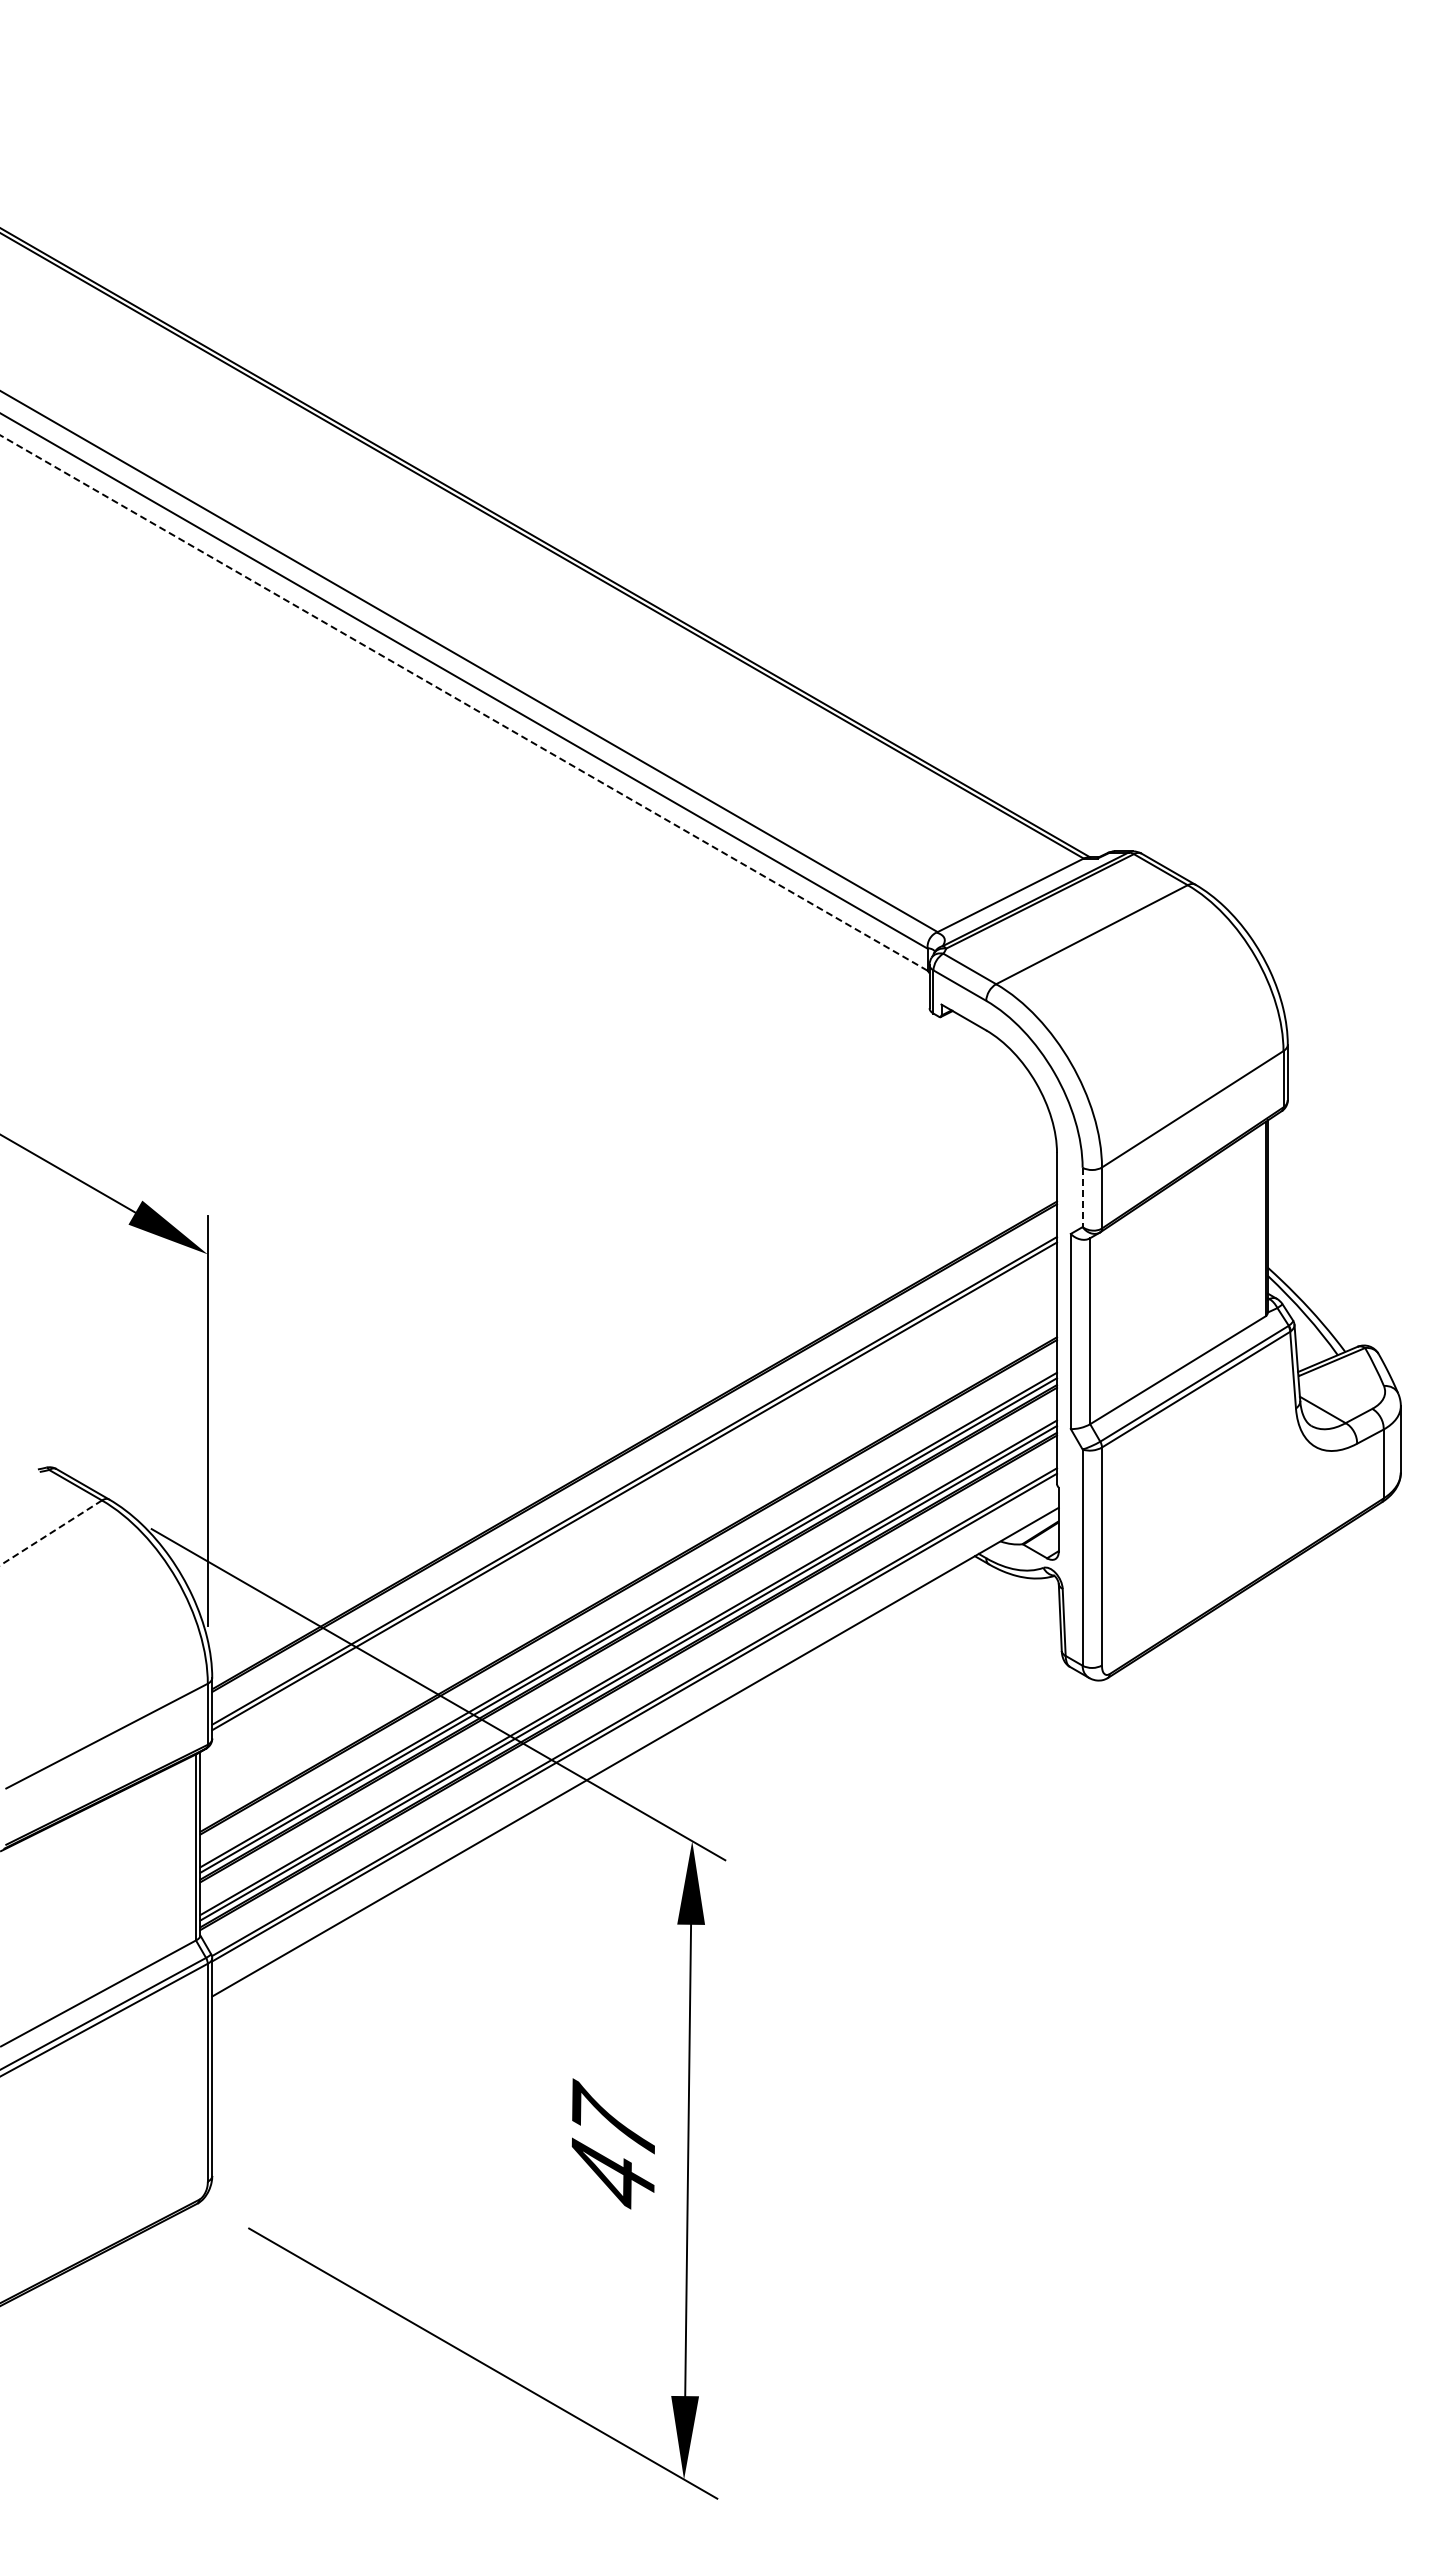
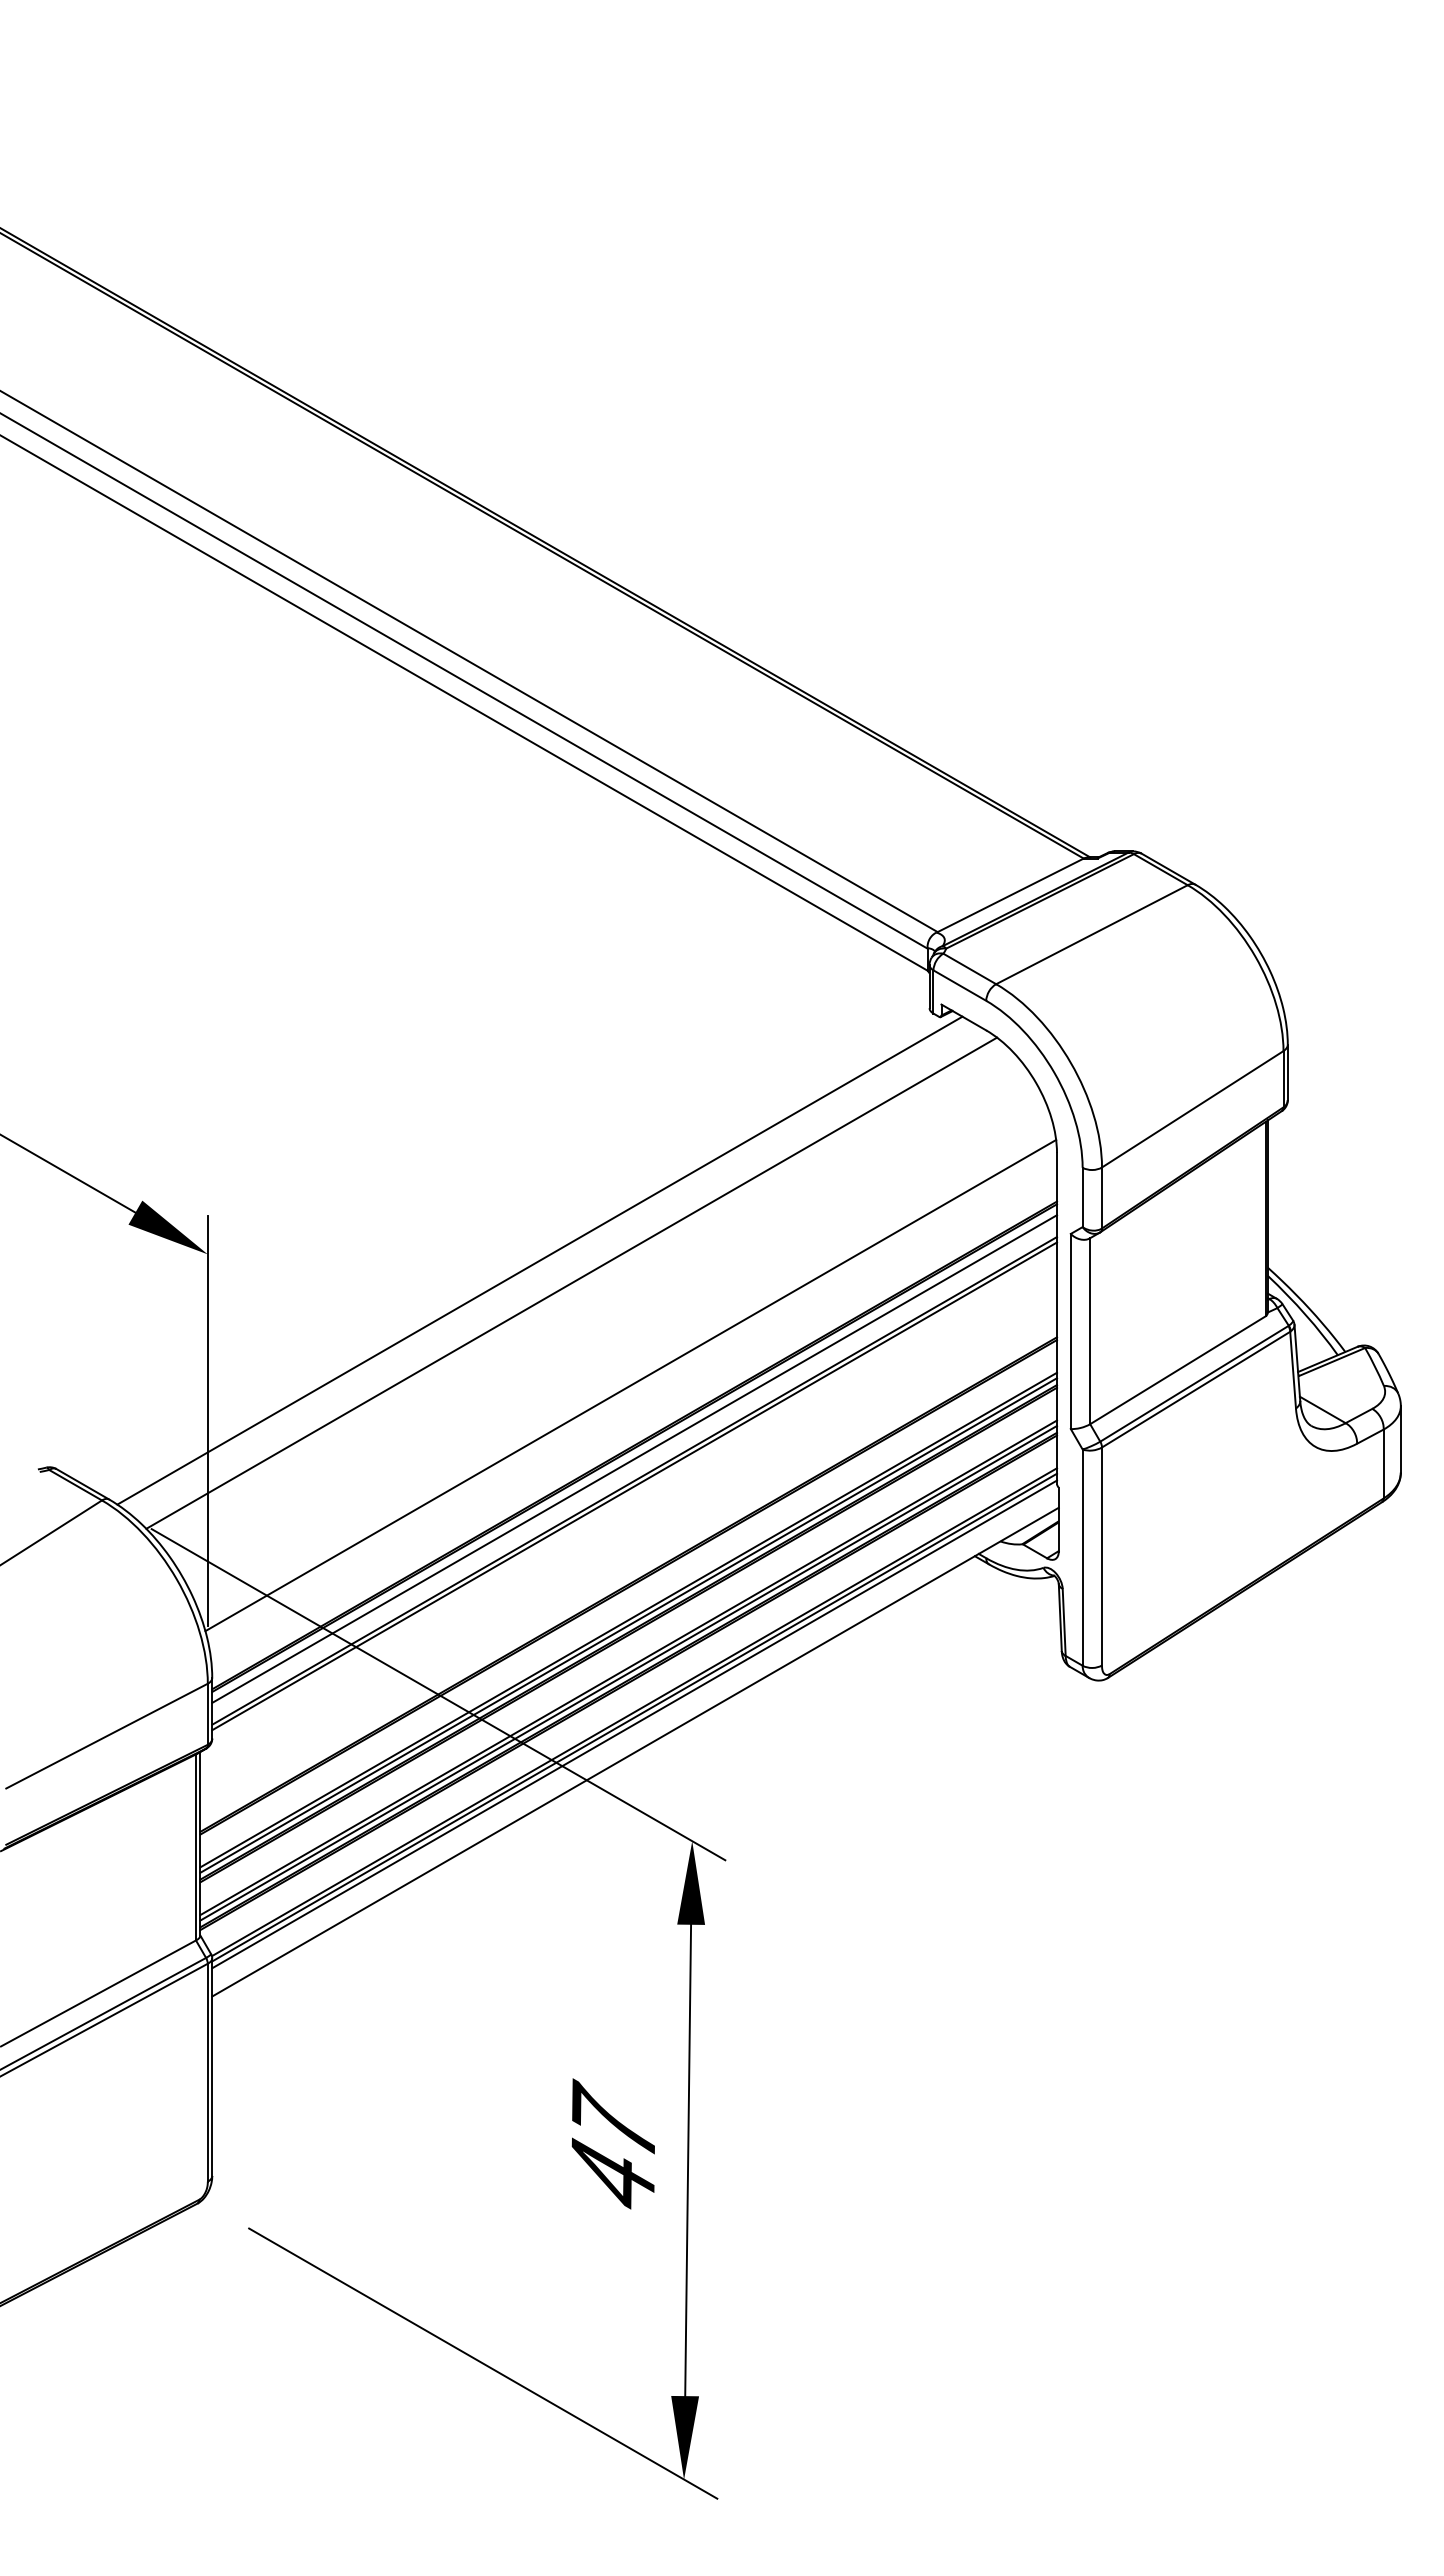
line at (463, 702): dashed -> solid
line at (1082, 1197): dashed -> solid
line at (539, 1260): none -> present
line at (571, 1282): none -> present
line at (630, 1385): none -> present
line at (634, 1458): none -> present
line at (50, 1533): dashed -> solid
line at (634, 1724): none -> present
